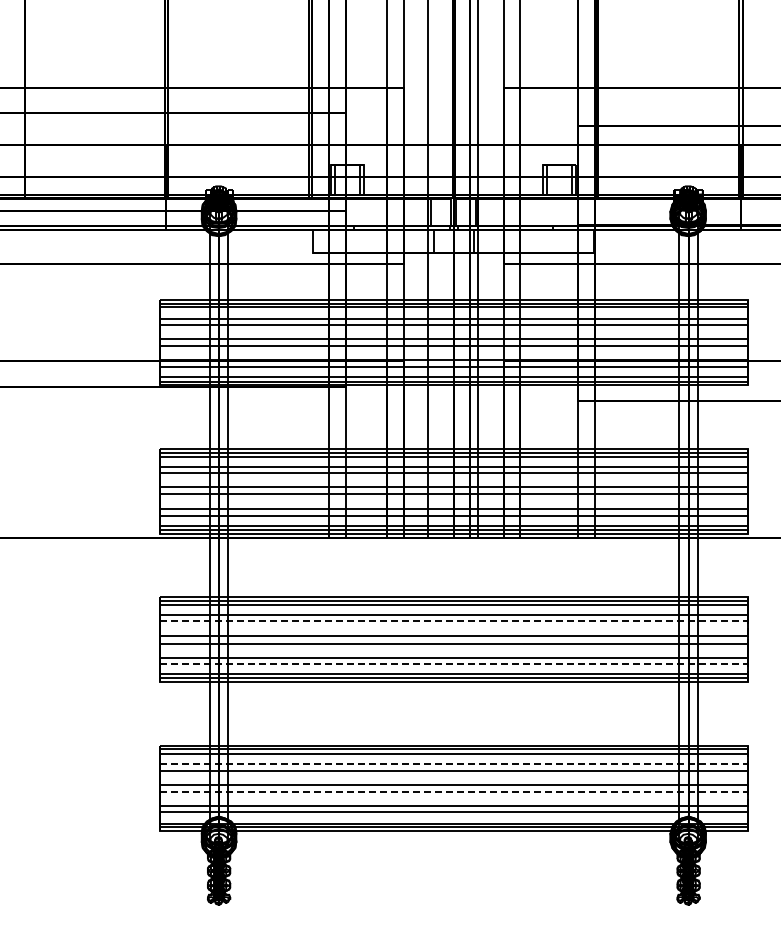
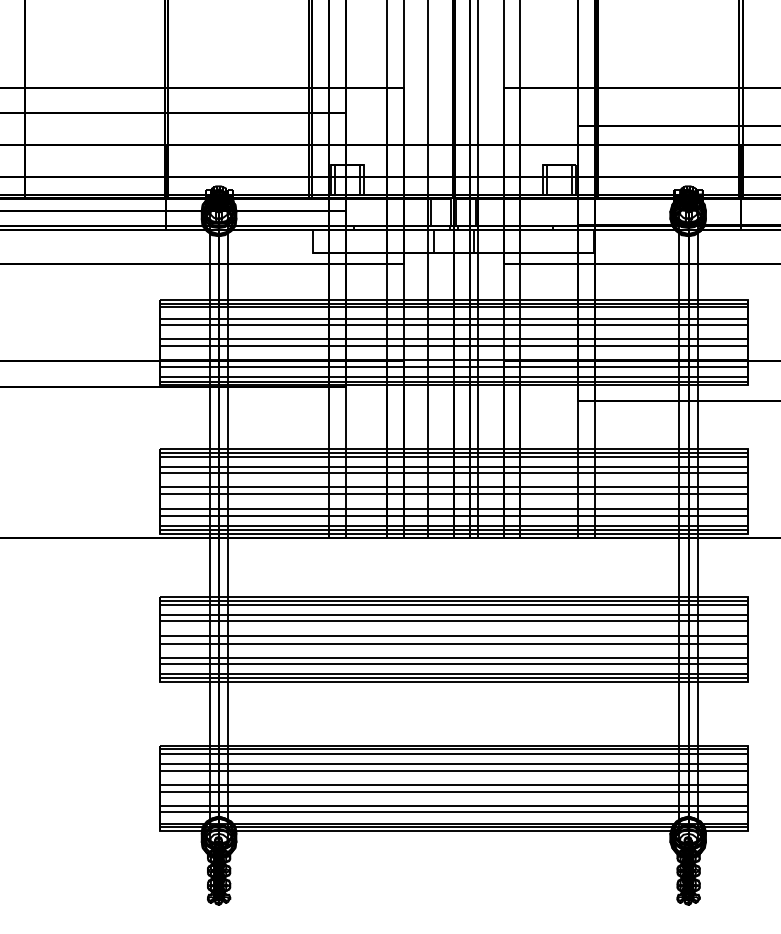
line at (465, 621): dashed -> solid
line at (461, 664): dashed -> solid
line at (461, 763): dashed -> solid
line at (464, 792): dashed -> solid
